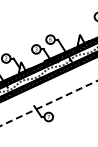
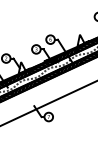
line at (49, 103): dashed -> solid
